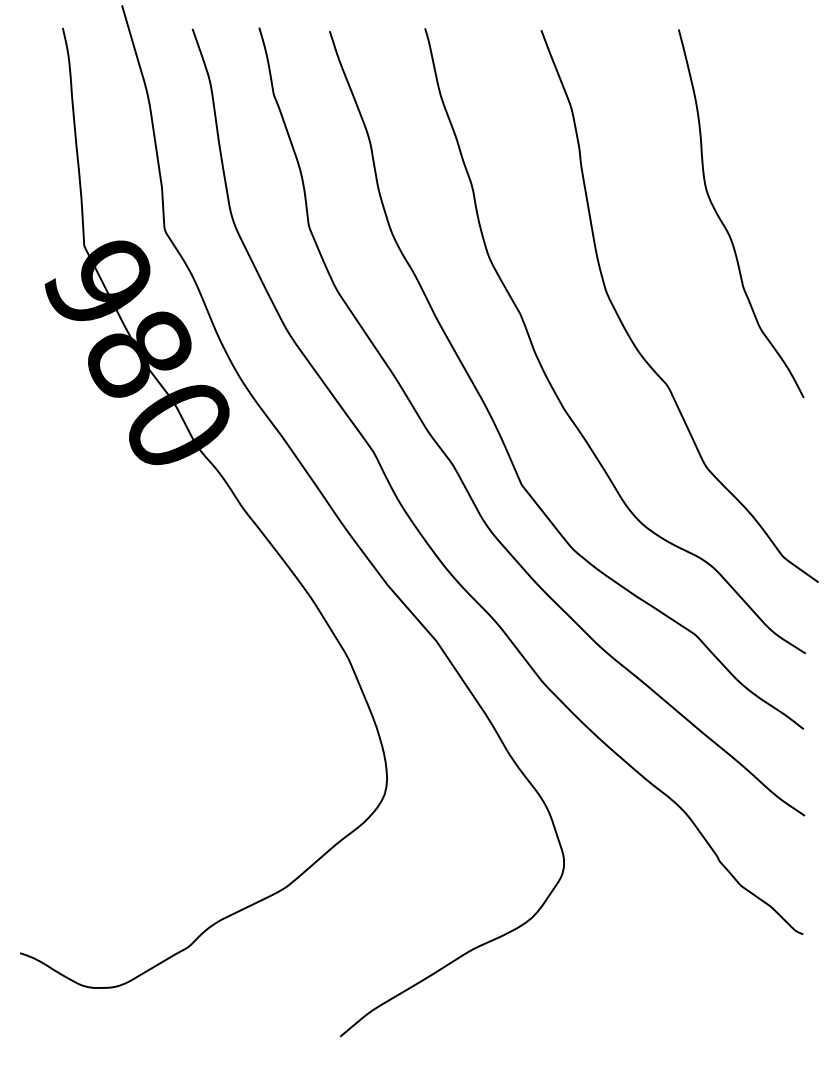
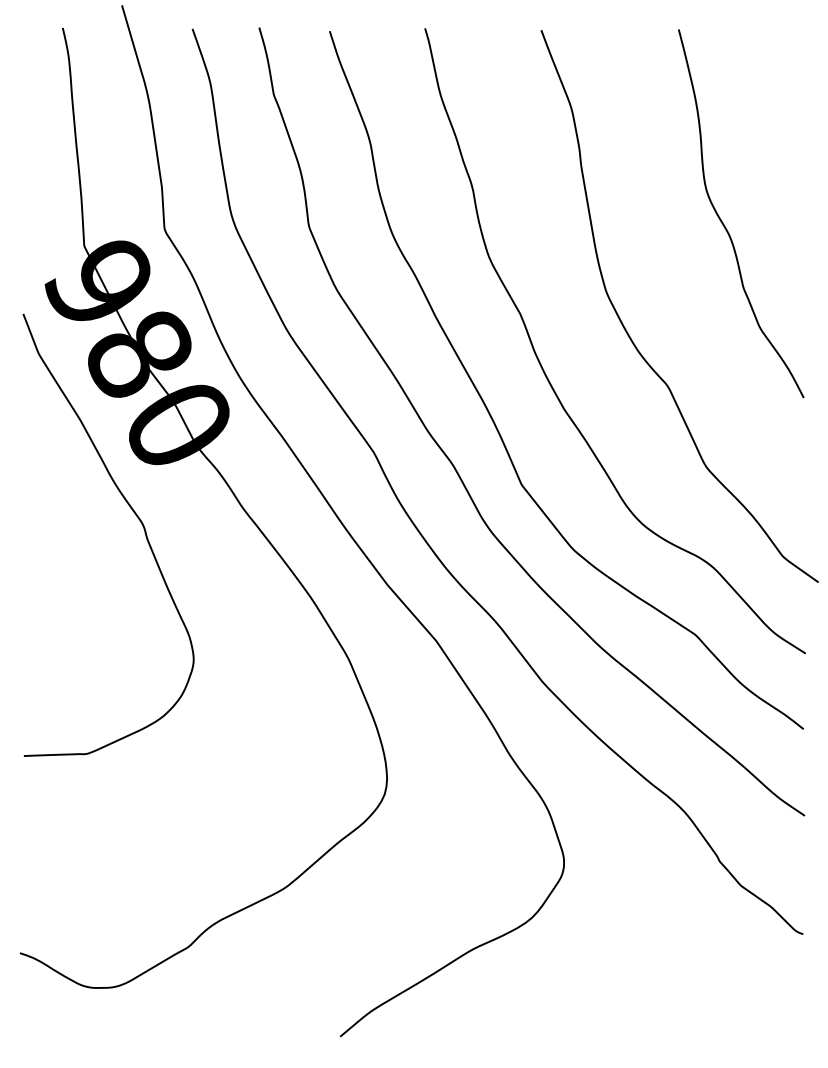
curve at (135, 515): none -> present
